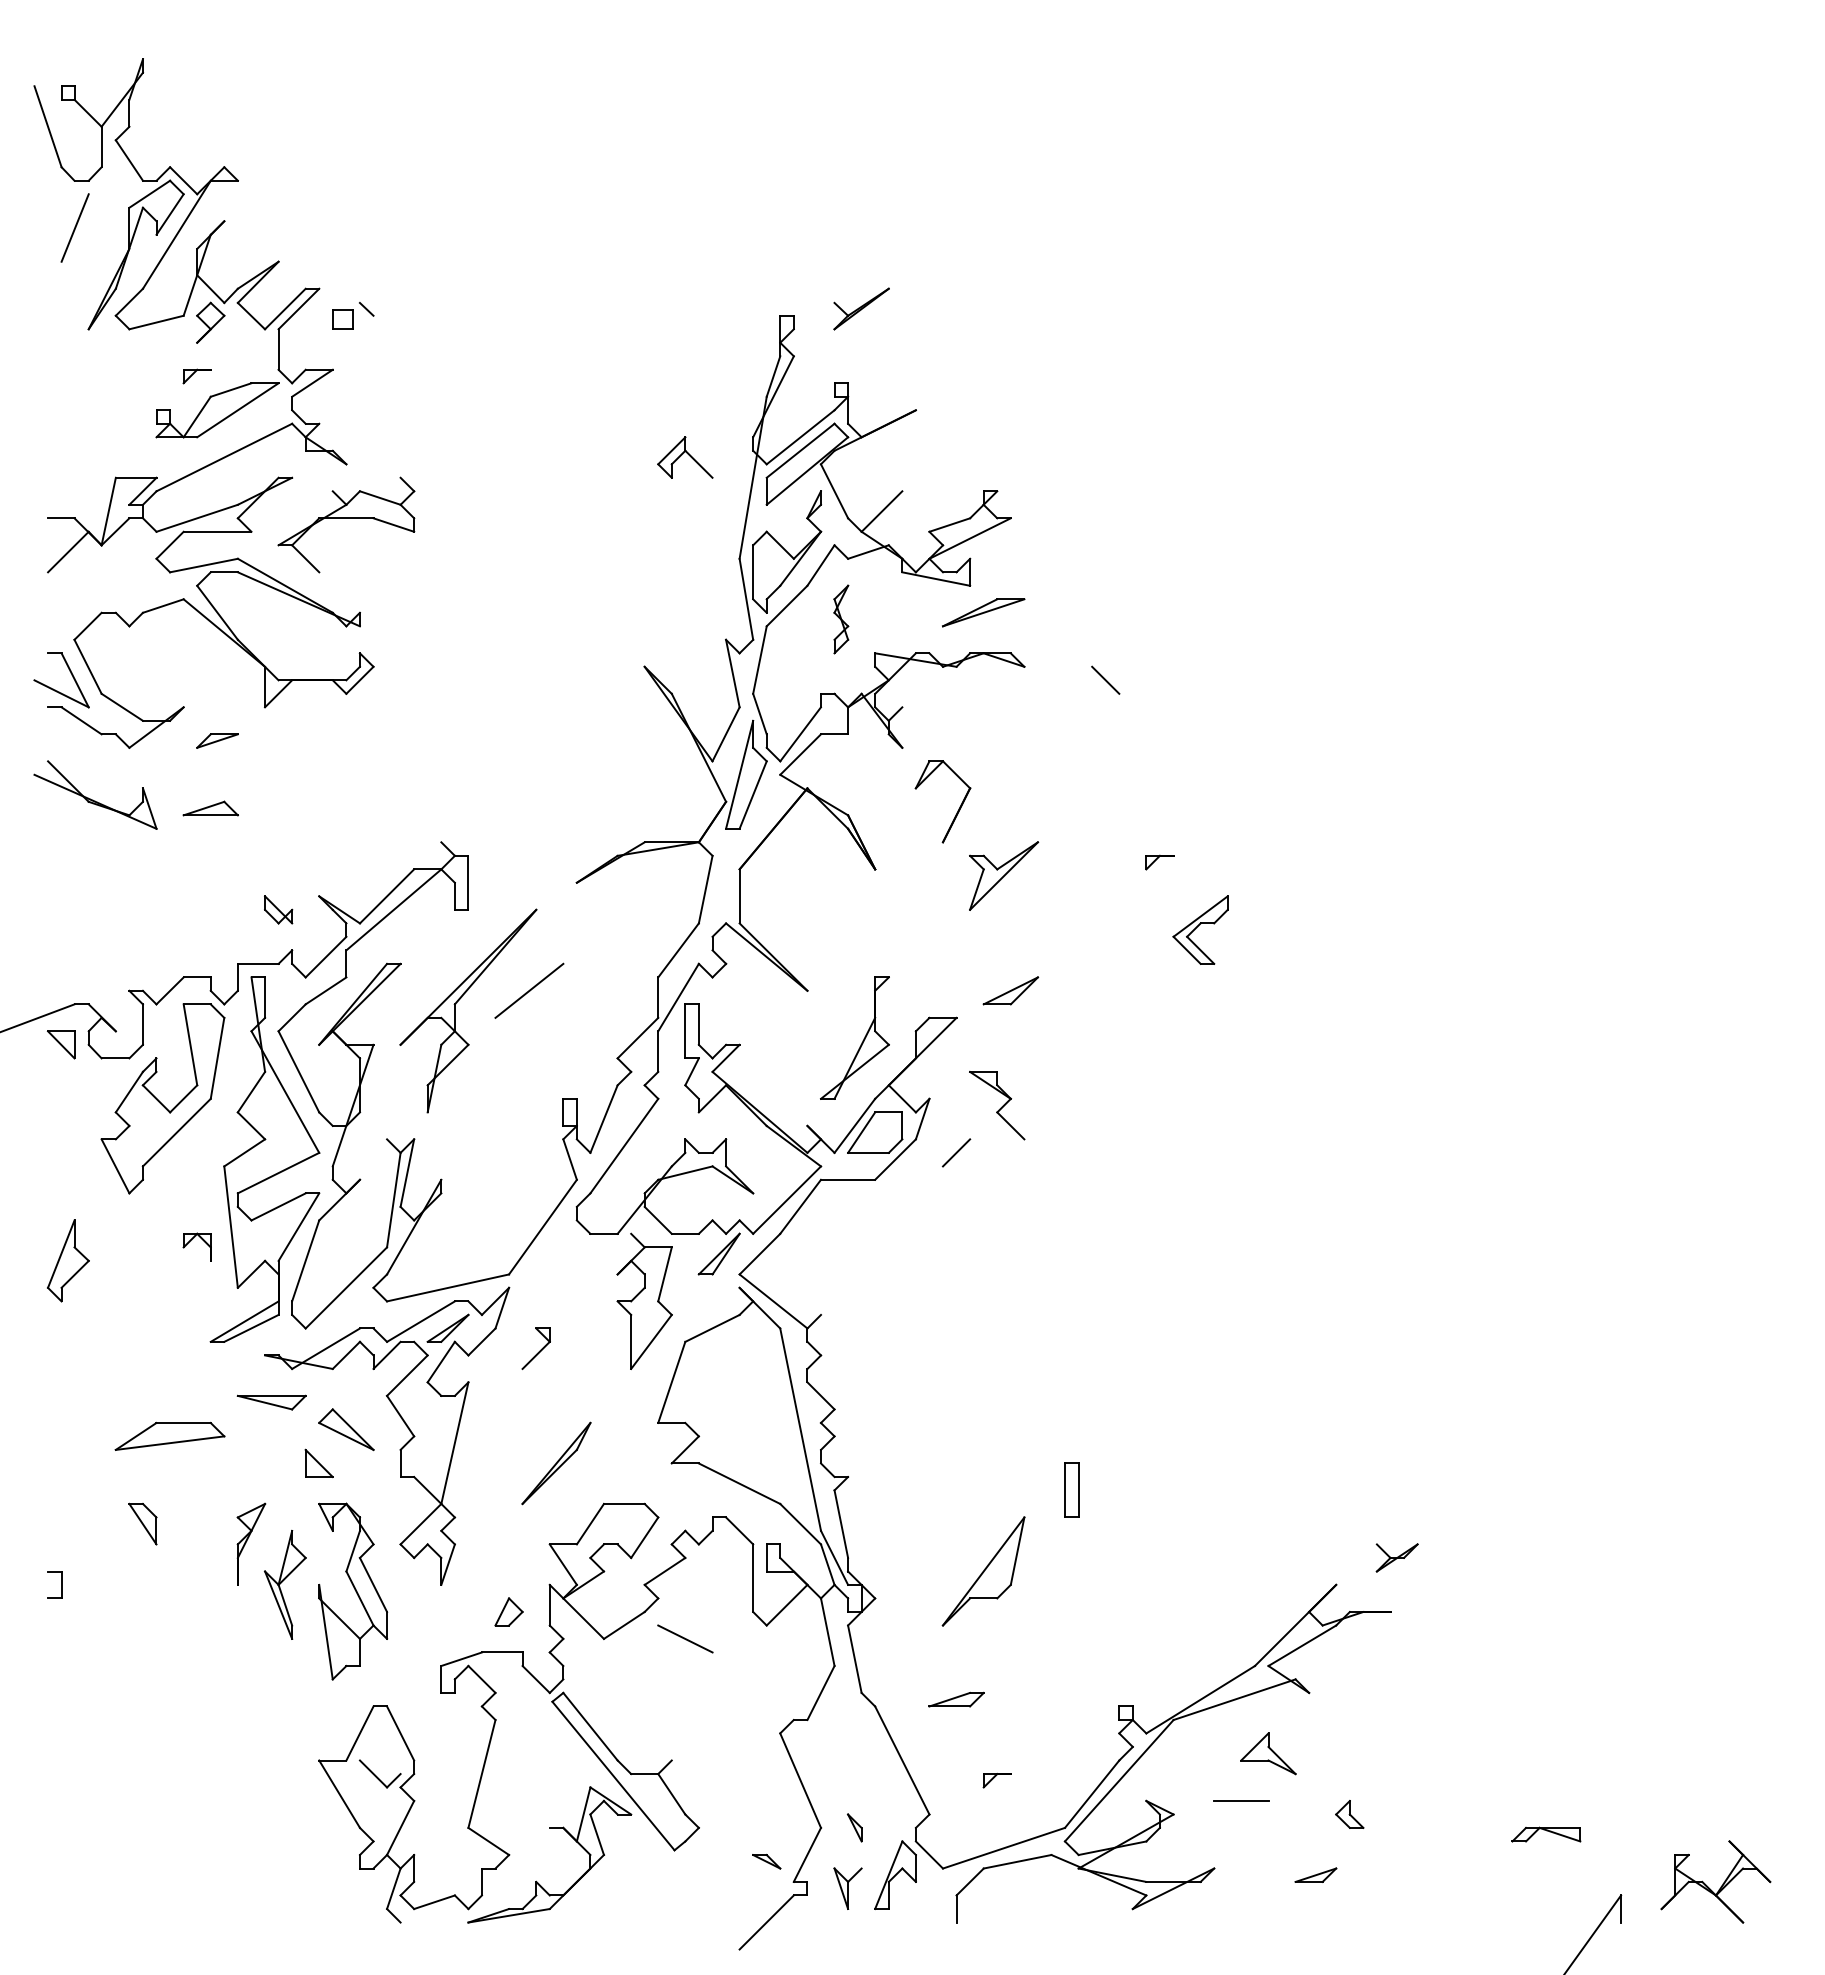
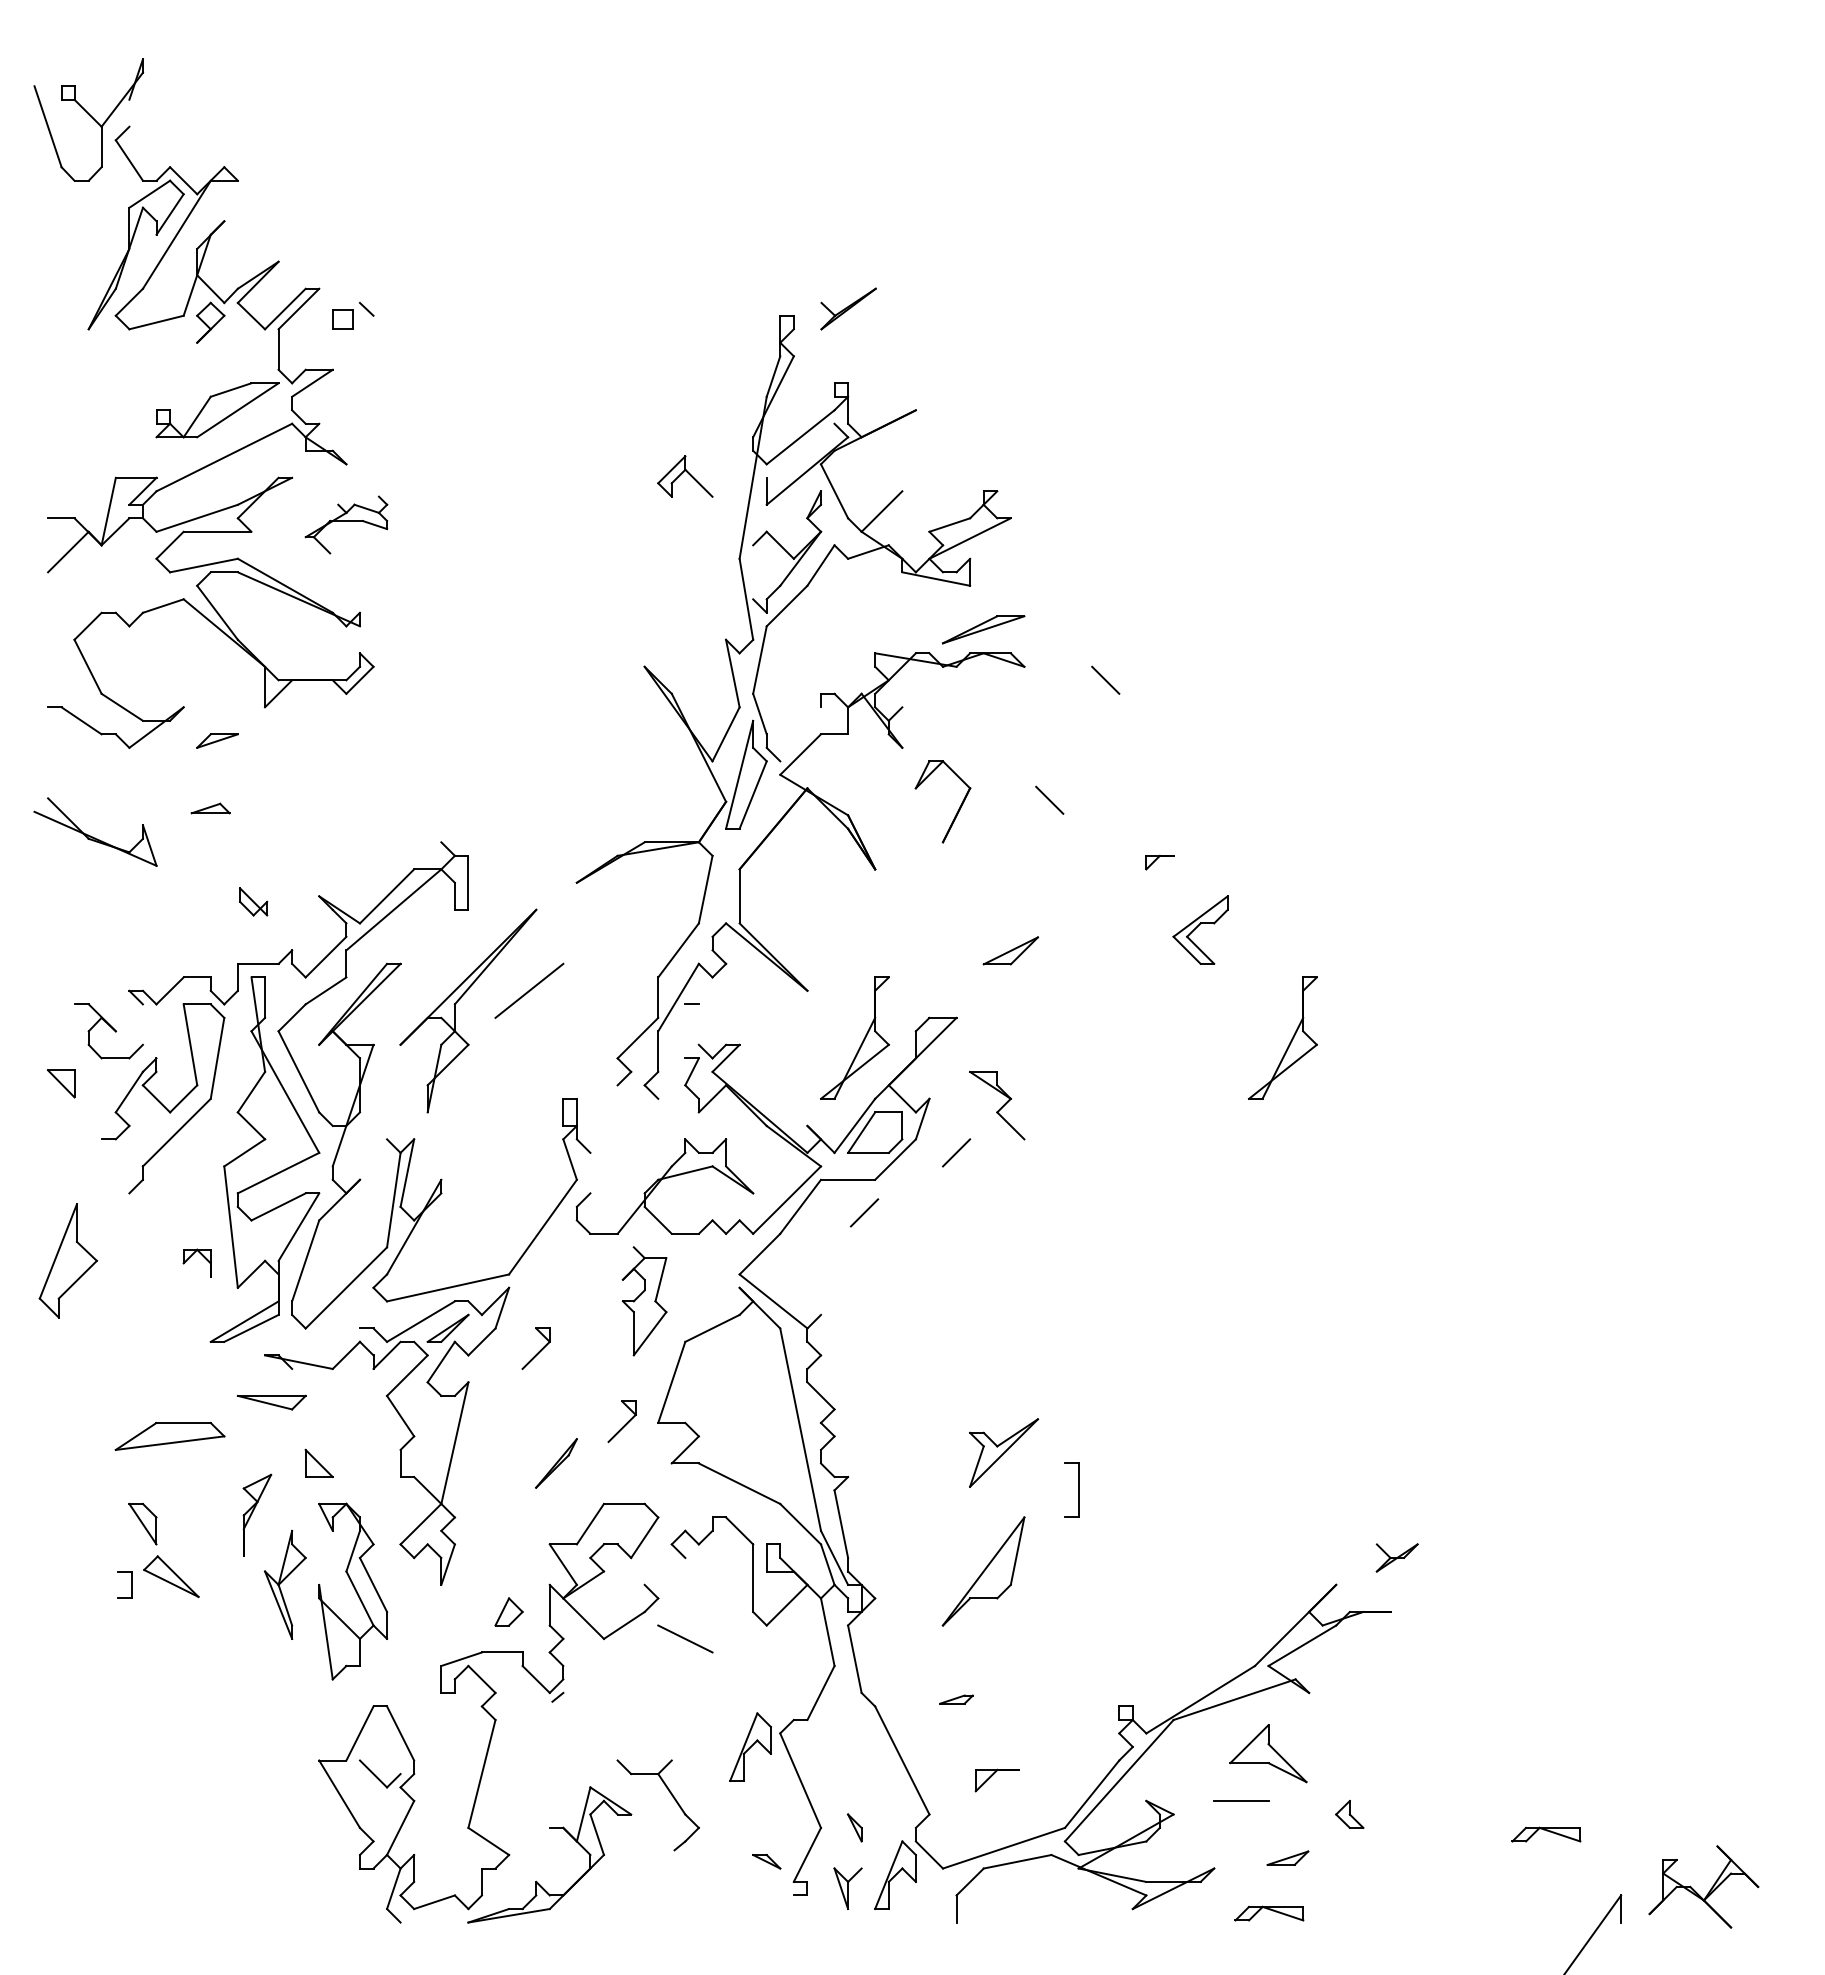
line at (129, 112): present -> none
line at (74, 227): present -> none
part at (861, 308) position: (861, 308) -> (848, 308)
part at (196, 376): present -> none
line at (800, 450): present -> none
part at (685, 457) position: (685, 457) -> (685, 476)
part at (346, 524) size: 139x98 px -> 85x60 px
line at (753, 572): present -> none
part at (983, 612) position: (983, 612) -> (983, 629)
part at (841, 619): present -> none
part at (57, 690): present -> none
line at (800, 734): present -> none
part at (95, 794) position: (95, 794) -> (95, 831)
line at (1049, 799): none -> present
part at (210, 808) size: 57x17 px -> 41x13 px
part at (1004, 875) position: (1004, 875) -> (1004, 1452)
part at (278, 909) position: (278, 909) -> (253, 901)
part at (1010, 990) position: (1010, 990) -> (1010, 950)
line at (38, 1017): present -> none
line at (142, 1024): present -> none
line at (698, 1024): present -> none
line at (685, 1031): present -> none
part at (1290, 1040): none -> present
part at (61, 1044) position: (61, 1044) -> (61, 1083)
line at (603, 1118): present -> none
line at (624, 1145): present -> none
line at (115, 1166): present -> none
line at (864, 1212): none -> present
part at (191, 1240) position: (191, 1240) -> (191, 1256)
part at (718, 1253): present -> none
part at (68, 1260) size: 43x84 px -> 60x116 px
part at (644, 1300) size: 57x138 px -> 47x111 px
line at (325, 1348): present -> none
part at (621, 1421): none -> present
part at (346, 1429) position: (346, 1429) -> (171, 1576)
part at (556, 1463) size: 71x85 px -> 43x51 px
line at (1064, 1490): present -> none
part at (251, 1543) position: (251, 1543) -> (257, 1514)
line at (664, 1570): present -> none
part at (61, 1584) position: (61, 1584) -> (131, 1584)
part at (956, 1699) size: 57x17 px -> 35x11 px
line at (590, 1726): present -> none
part at (750, 1746): none -> present
part at (1268, 1753) size: 57x44 px -> 79x60 px
line at (613, 1775): present -> none
part at (996, 1780) size: 30x16 px -> 46x25 px
part at (1315, 1874) position: (1315, 1874) -> (1287, 1857)
part at (1720, 1886) position: (1720, 1886) -> (1708, 1891)
part at (1269, 1913): none -> present
line at (766, 1922): present -> none
